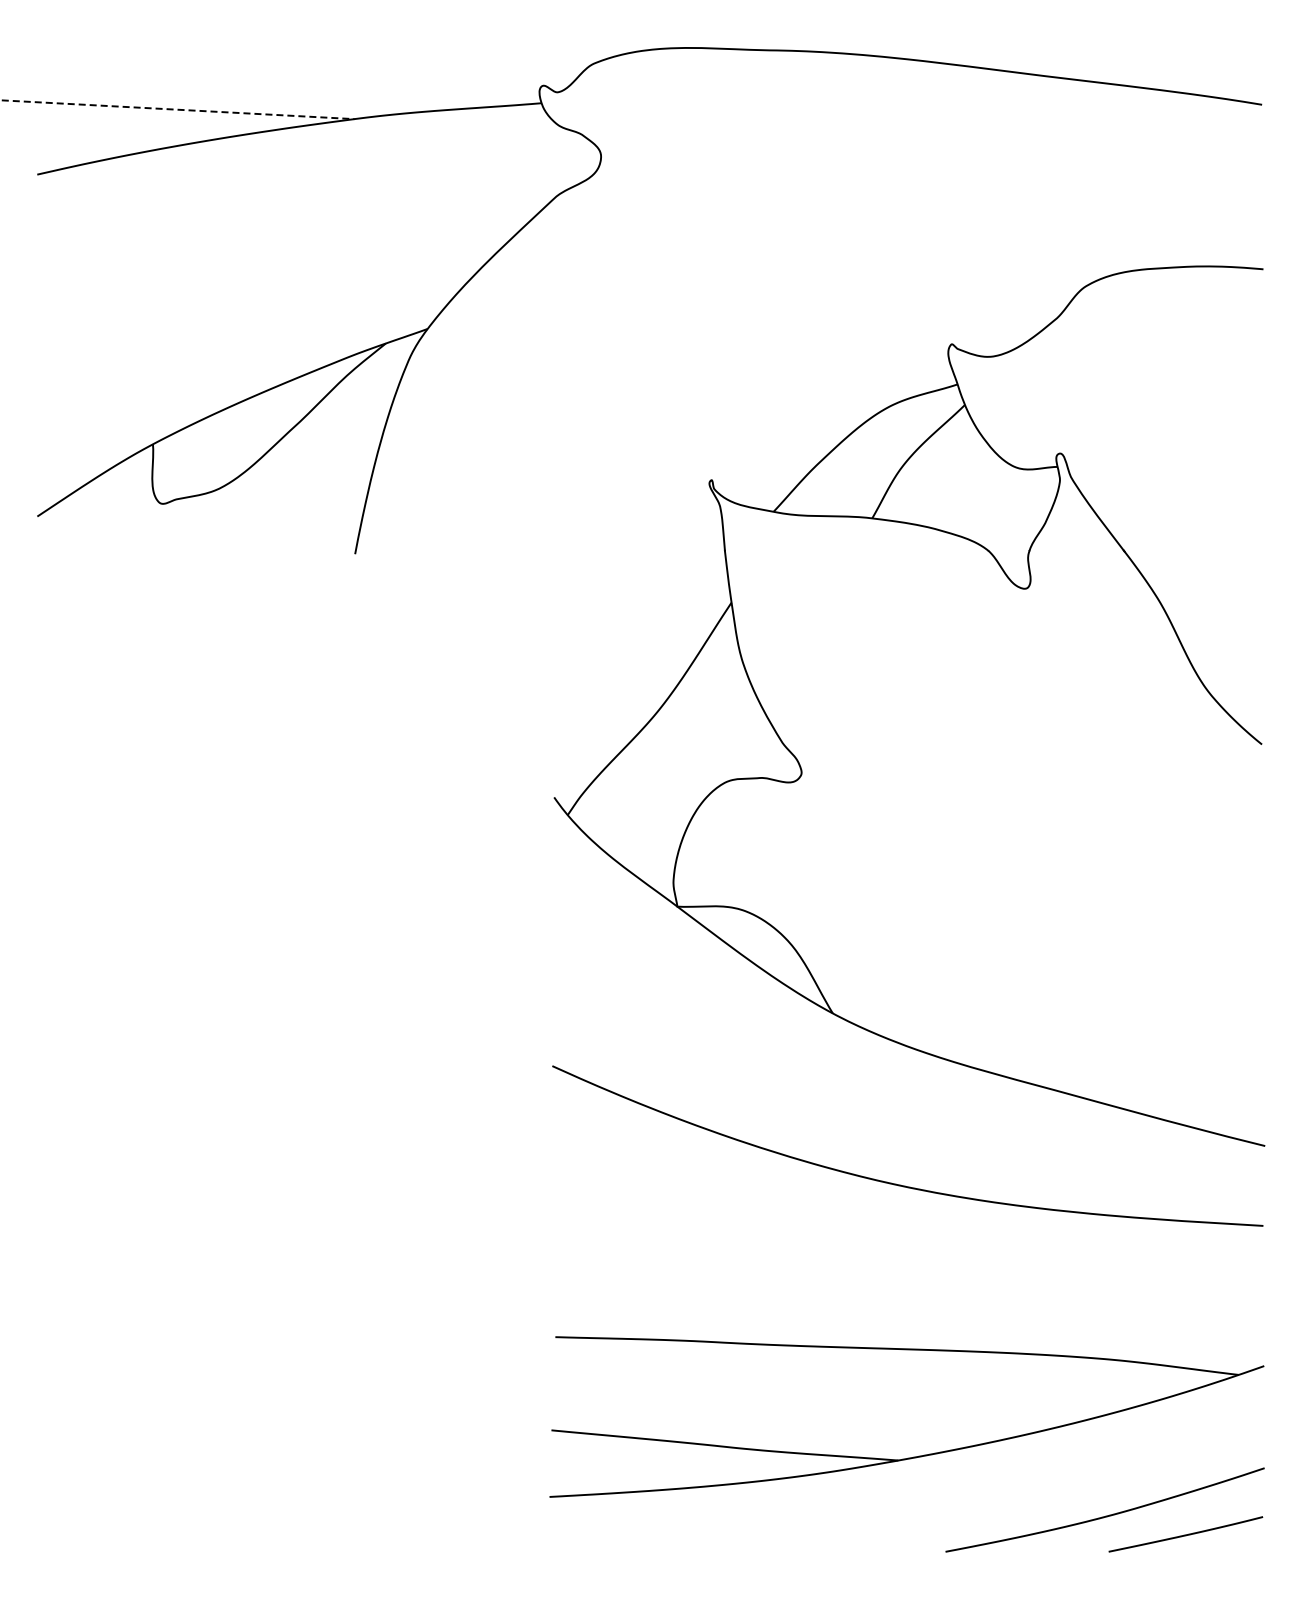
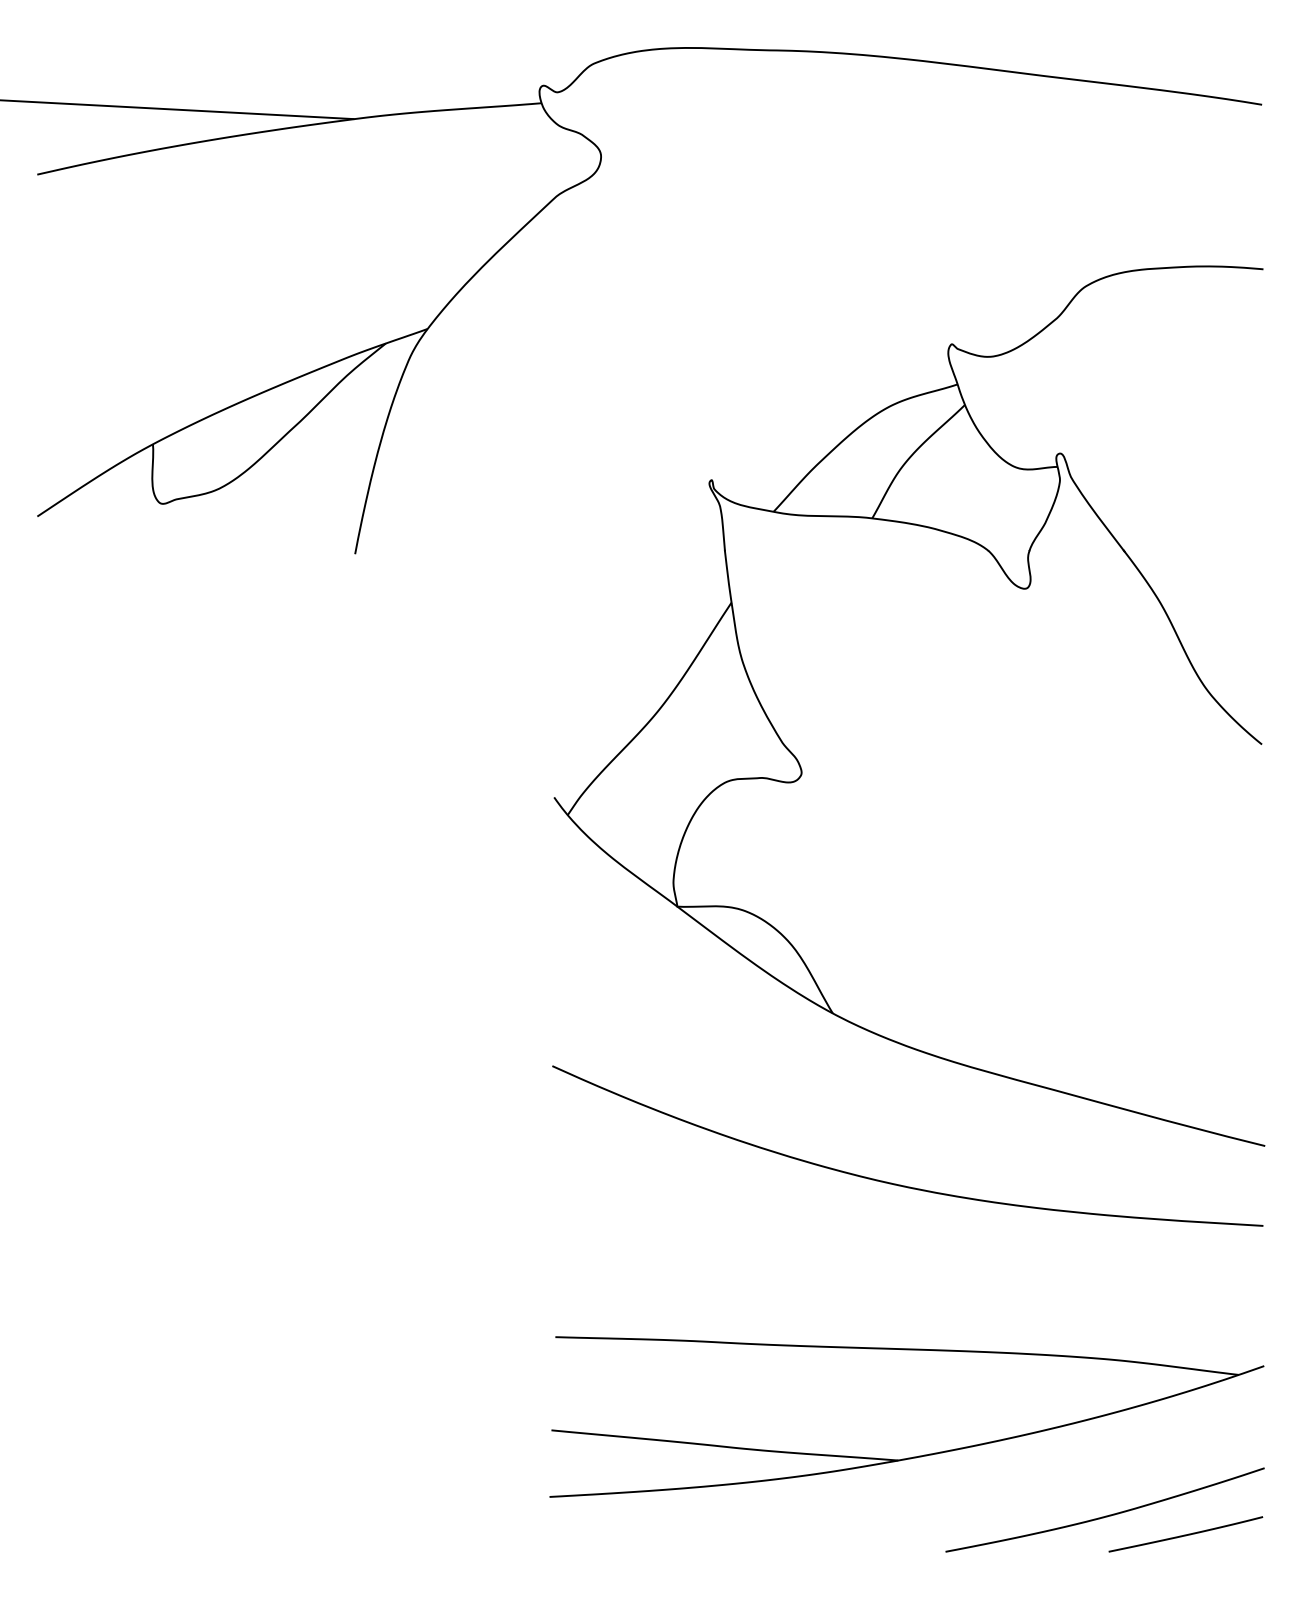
line at (178, 109): dashed -> solid
